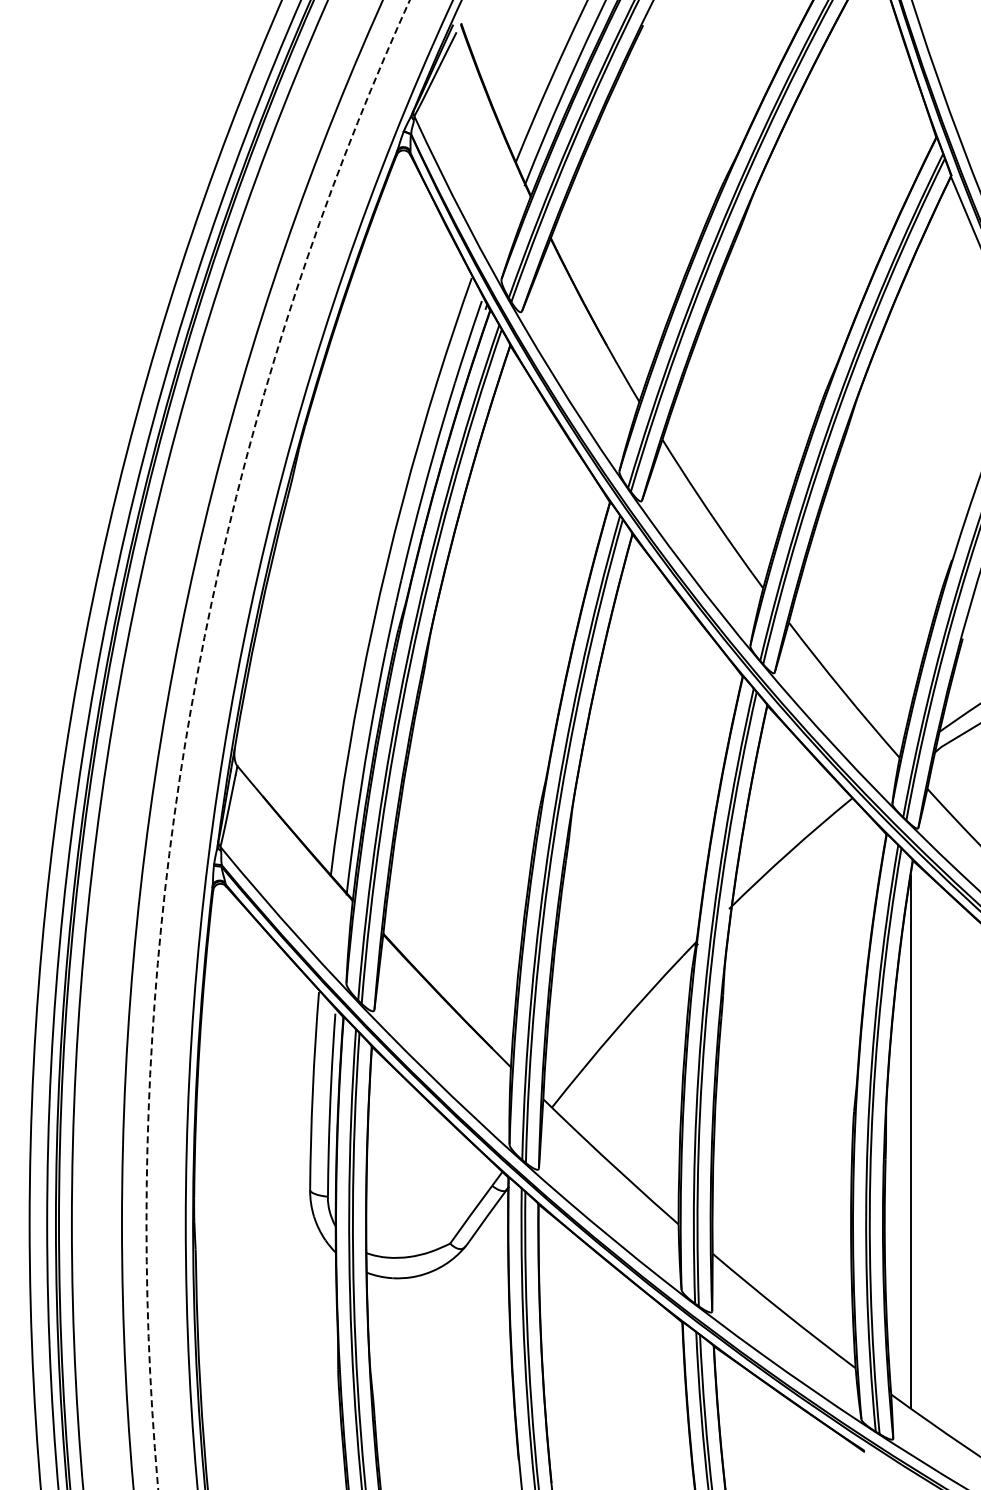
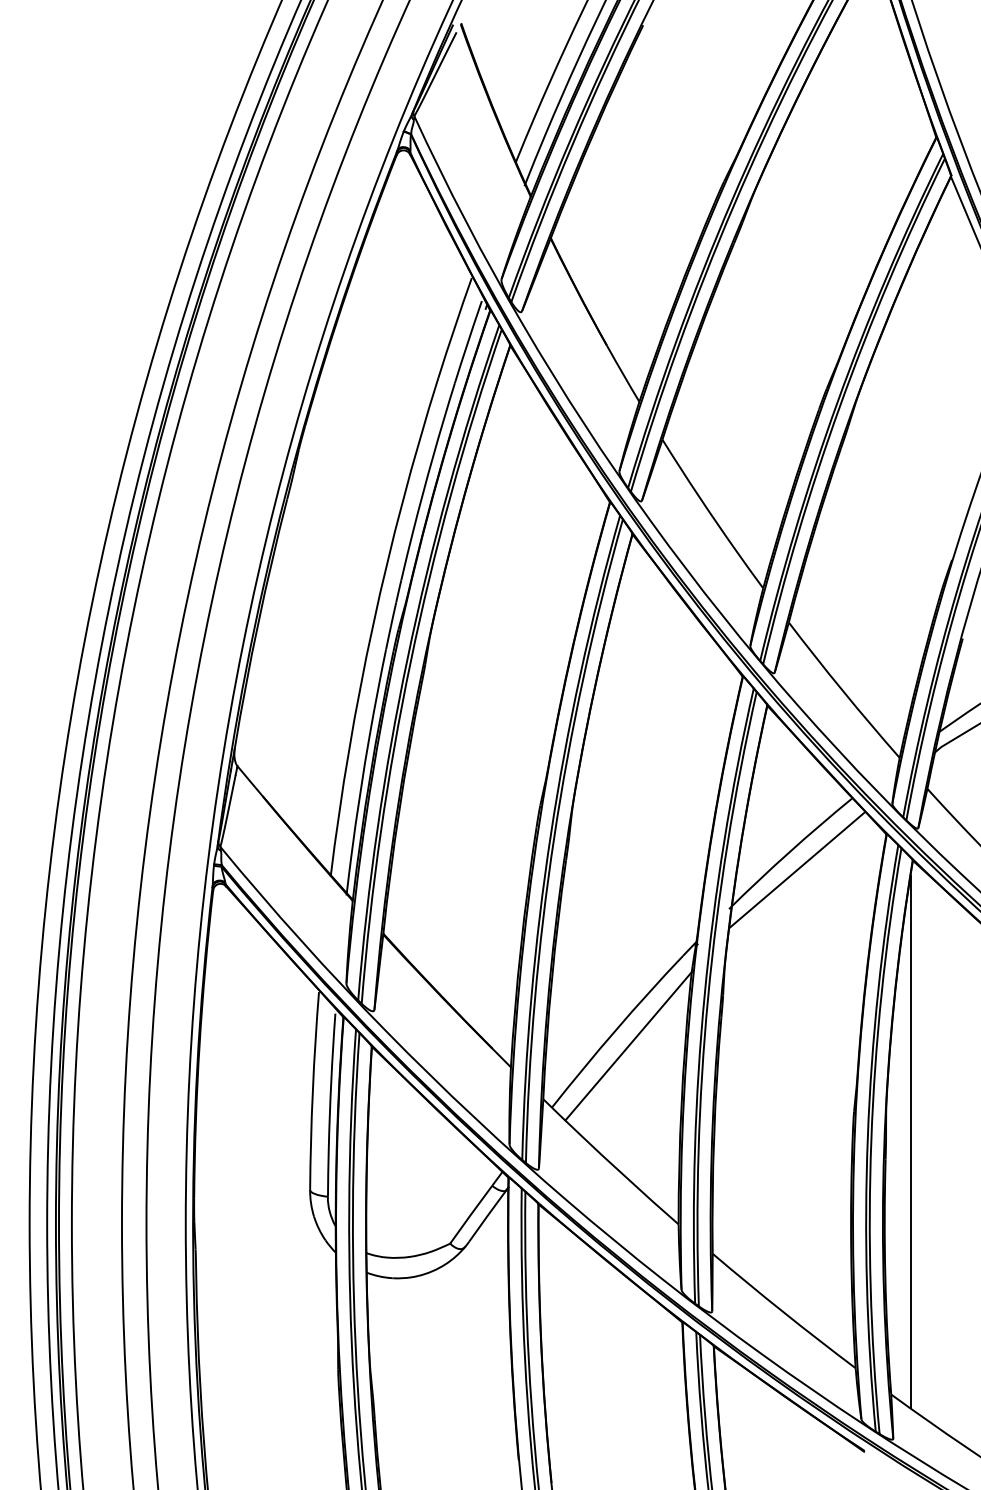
arc at (187, 729): dashed -> solid
line at (796, 870): none -> present
line at (628, 1046): none -> present
